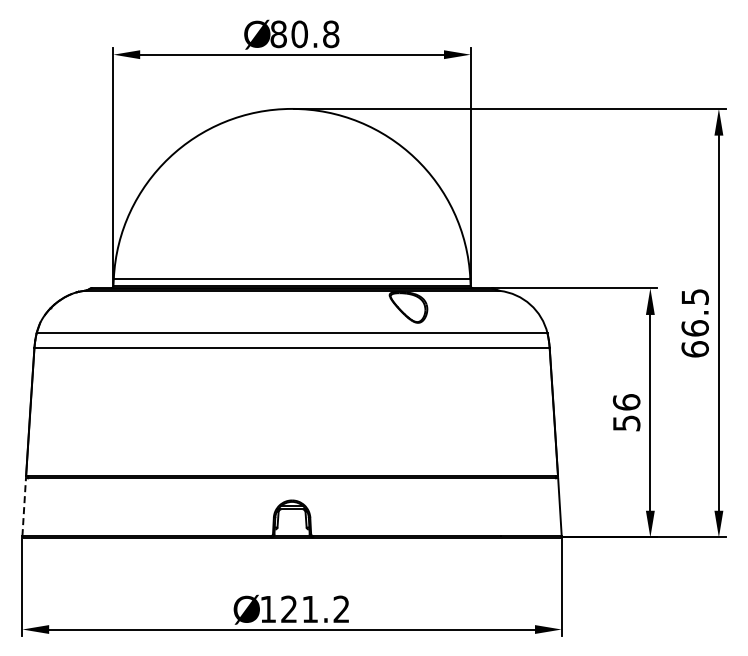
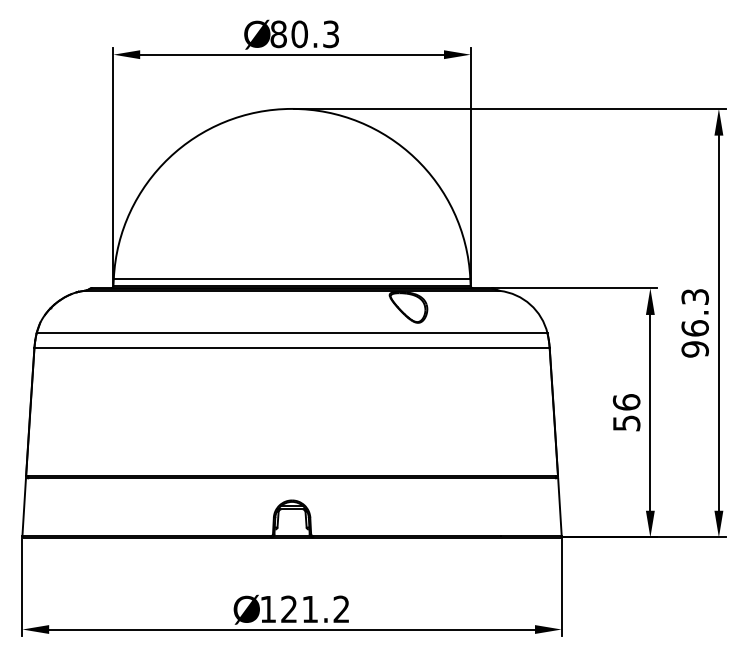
text at (331, 34): 80.8 -> 80.3
text at (694, 323): 66.5 -> 96.3
line at (24, 507): dashed -> solid
